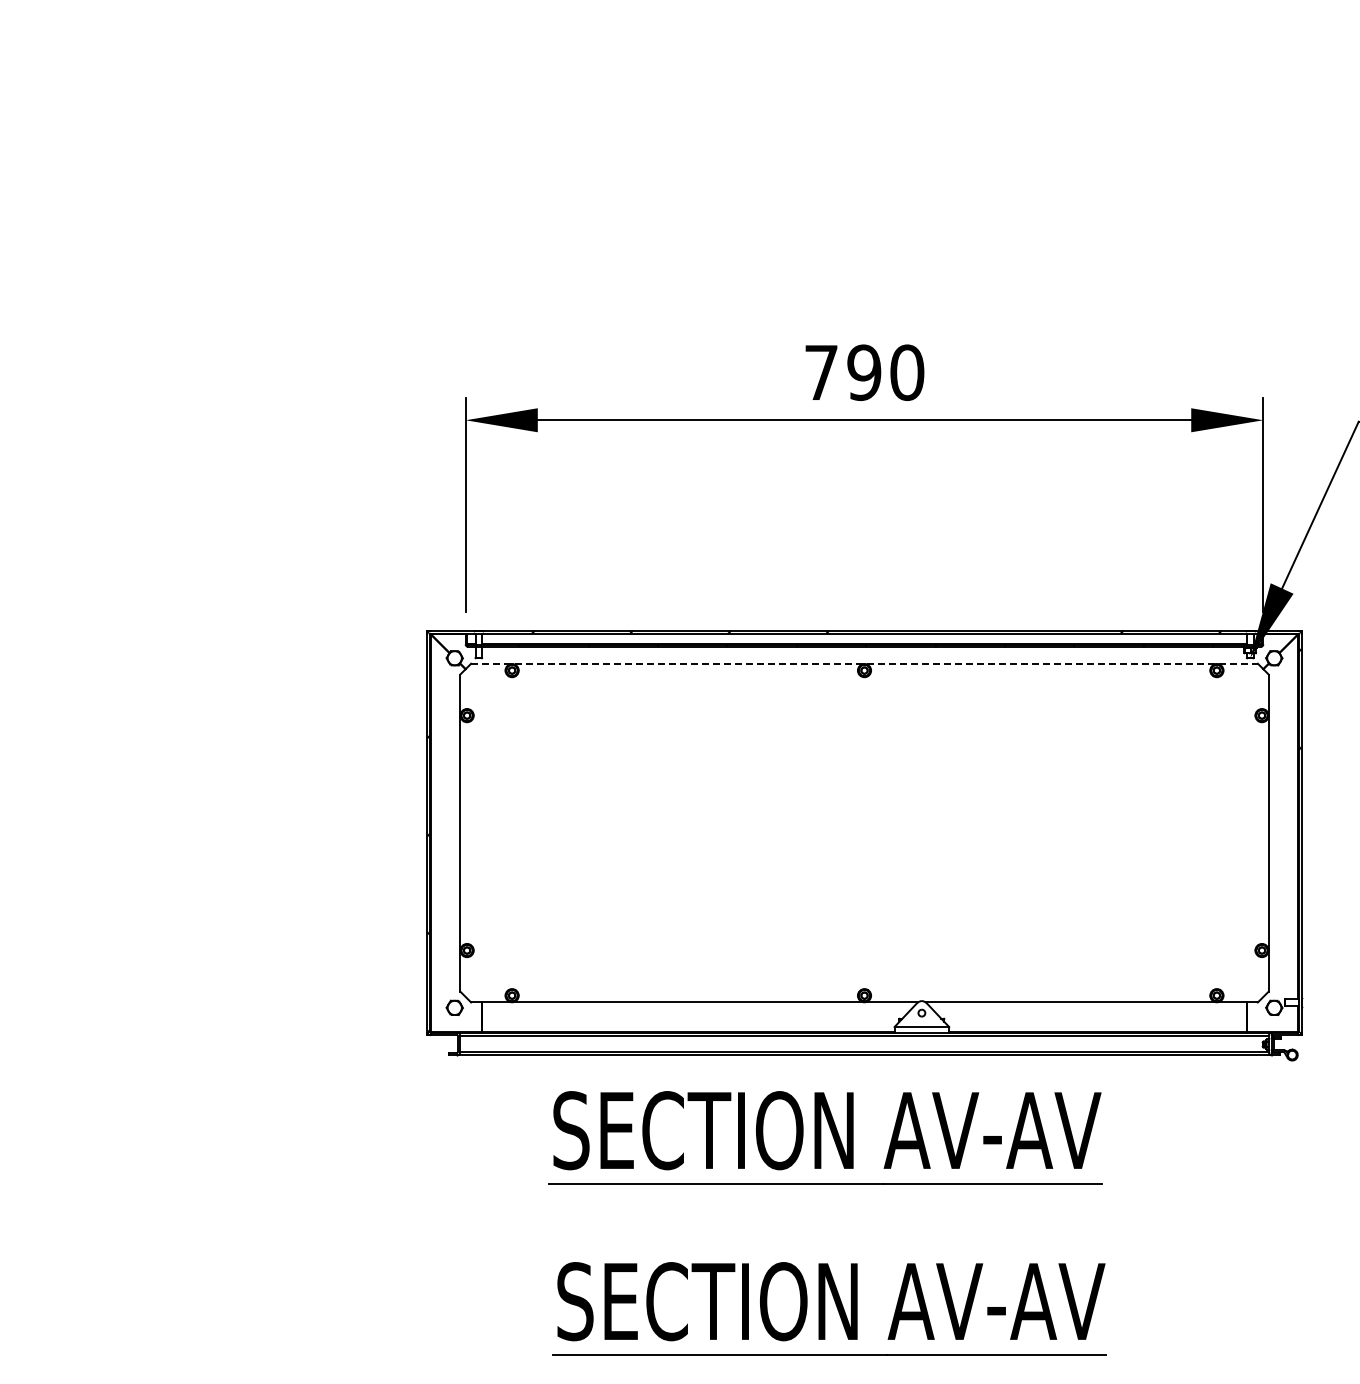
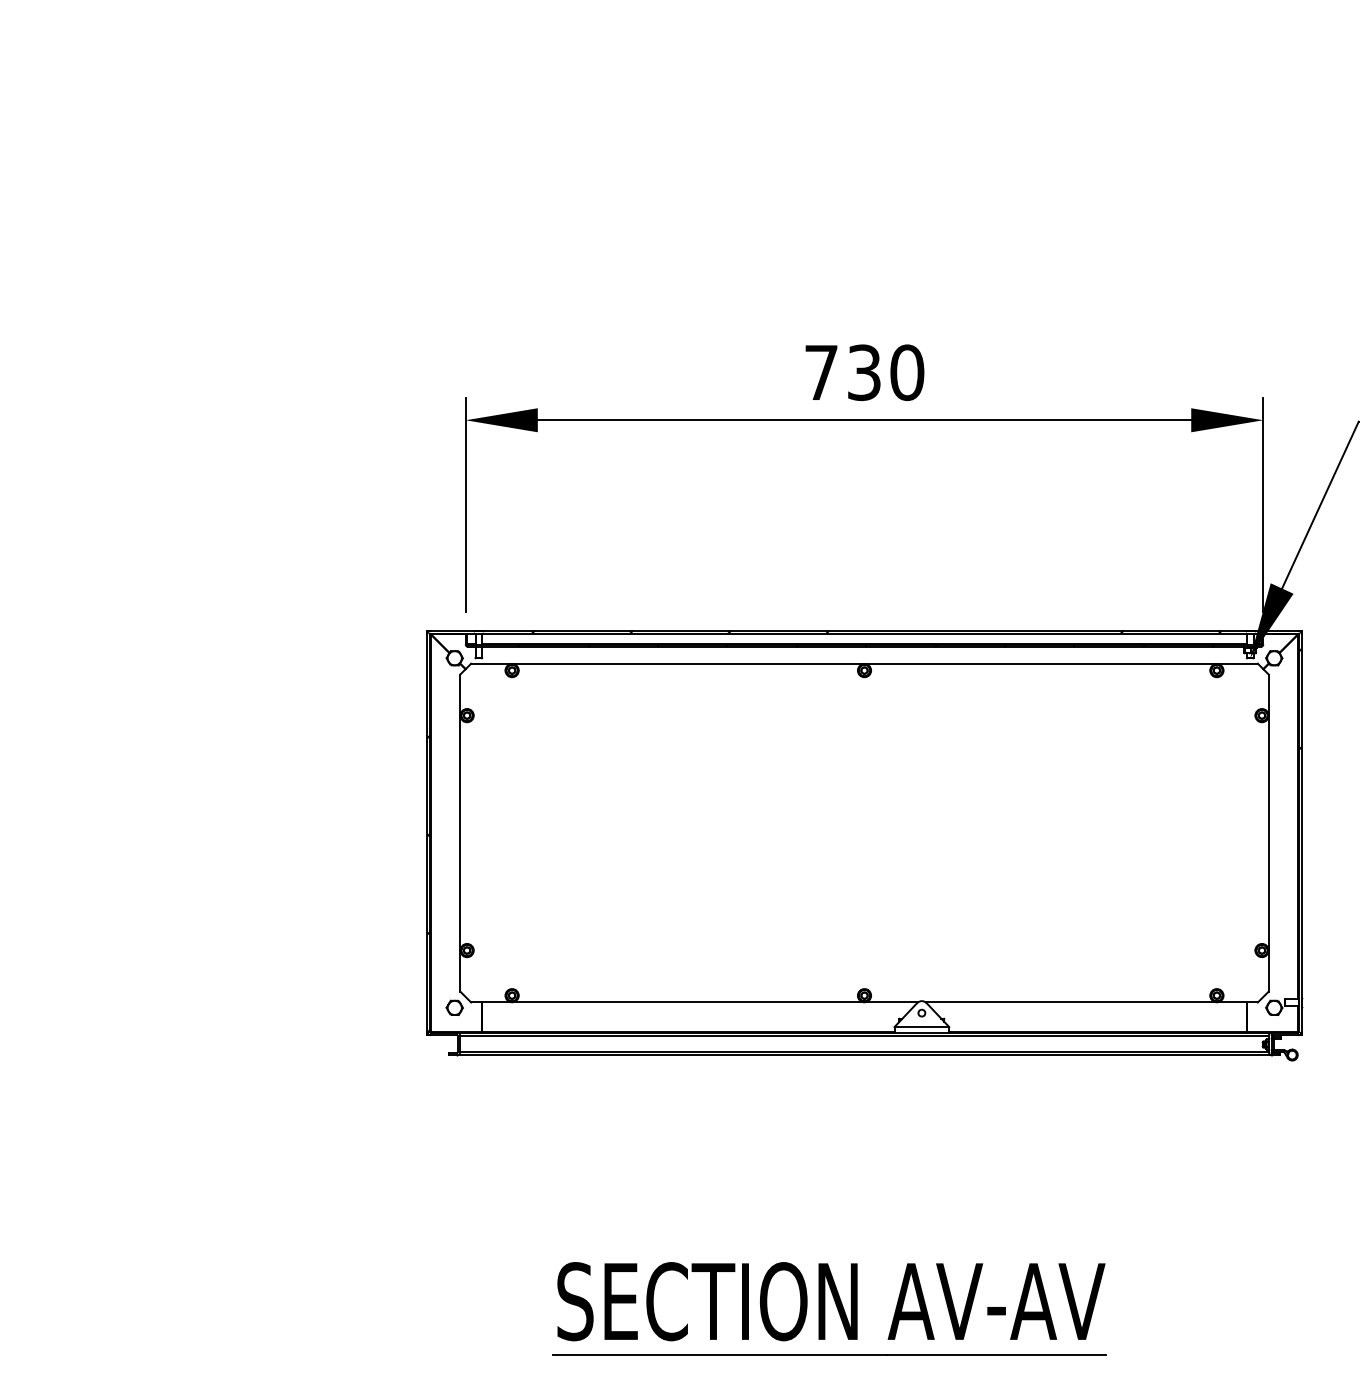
text at (864, 372): 790 -> 730
line at (865, 663): dashed -> solid
part at (825, 1137): present -> none
